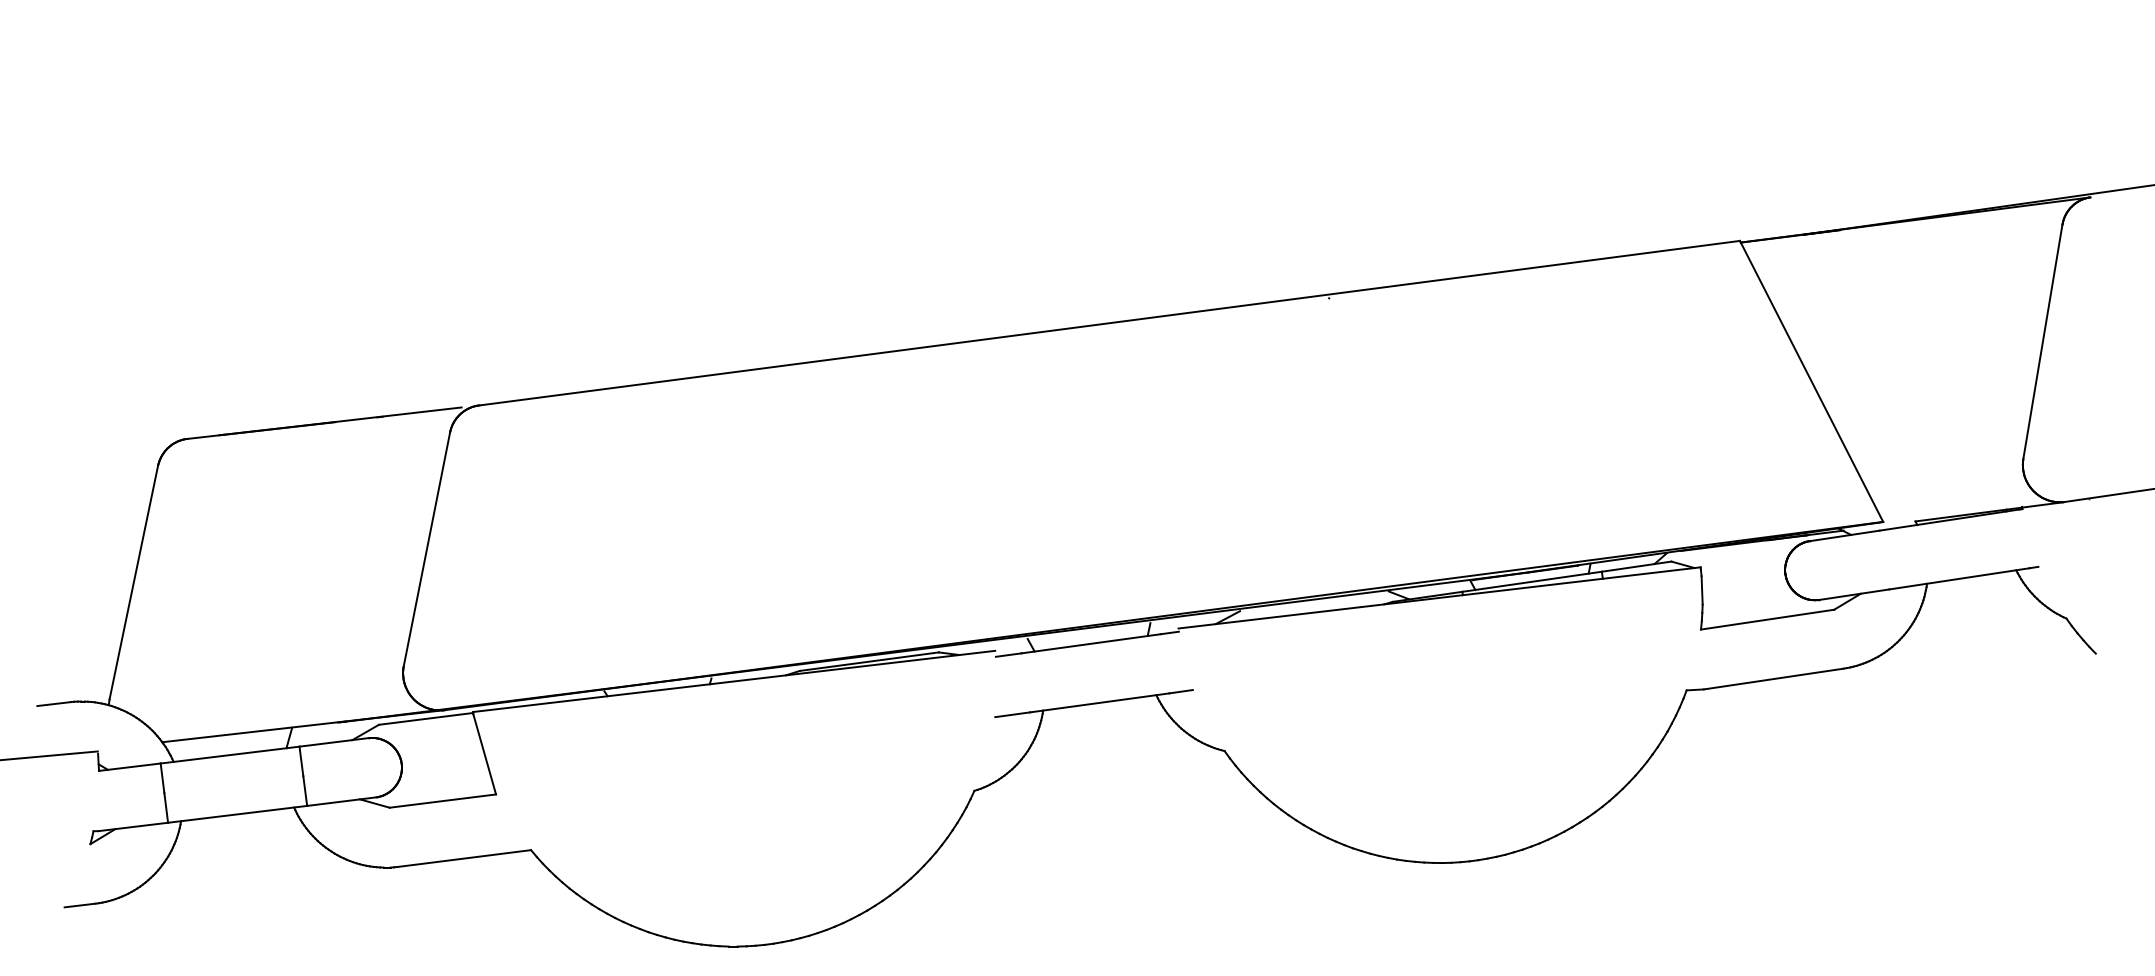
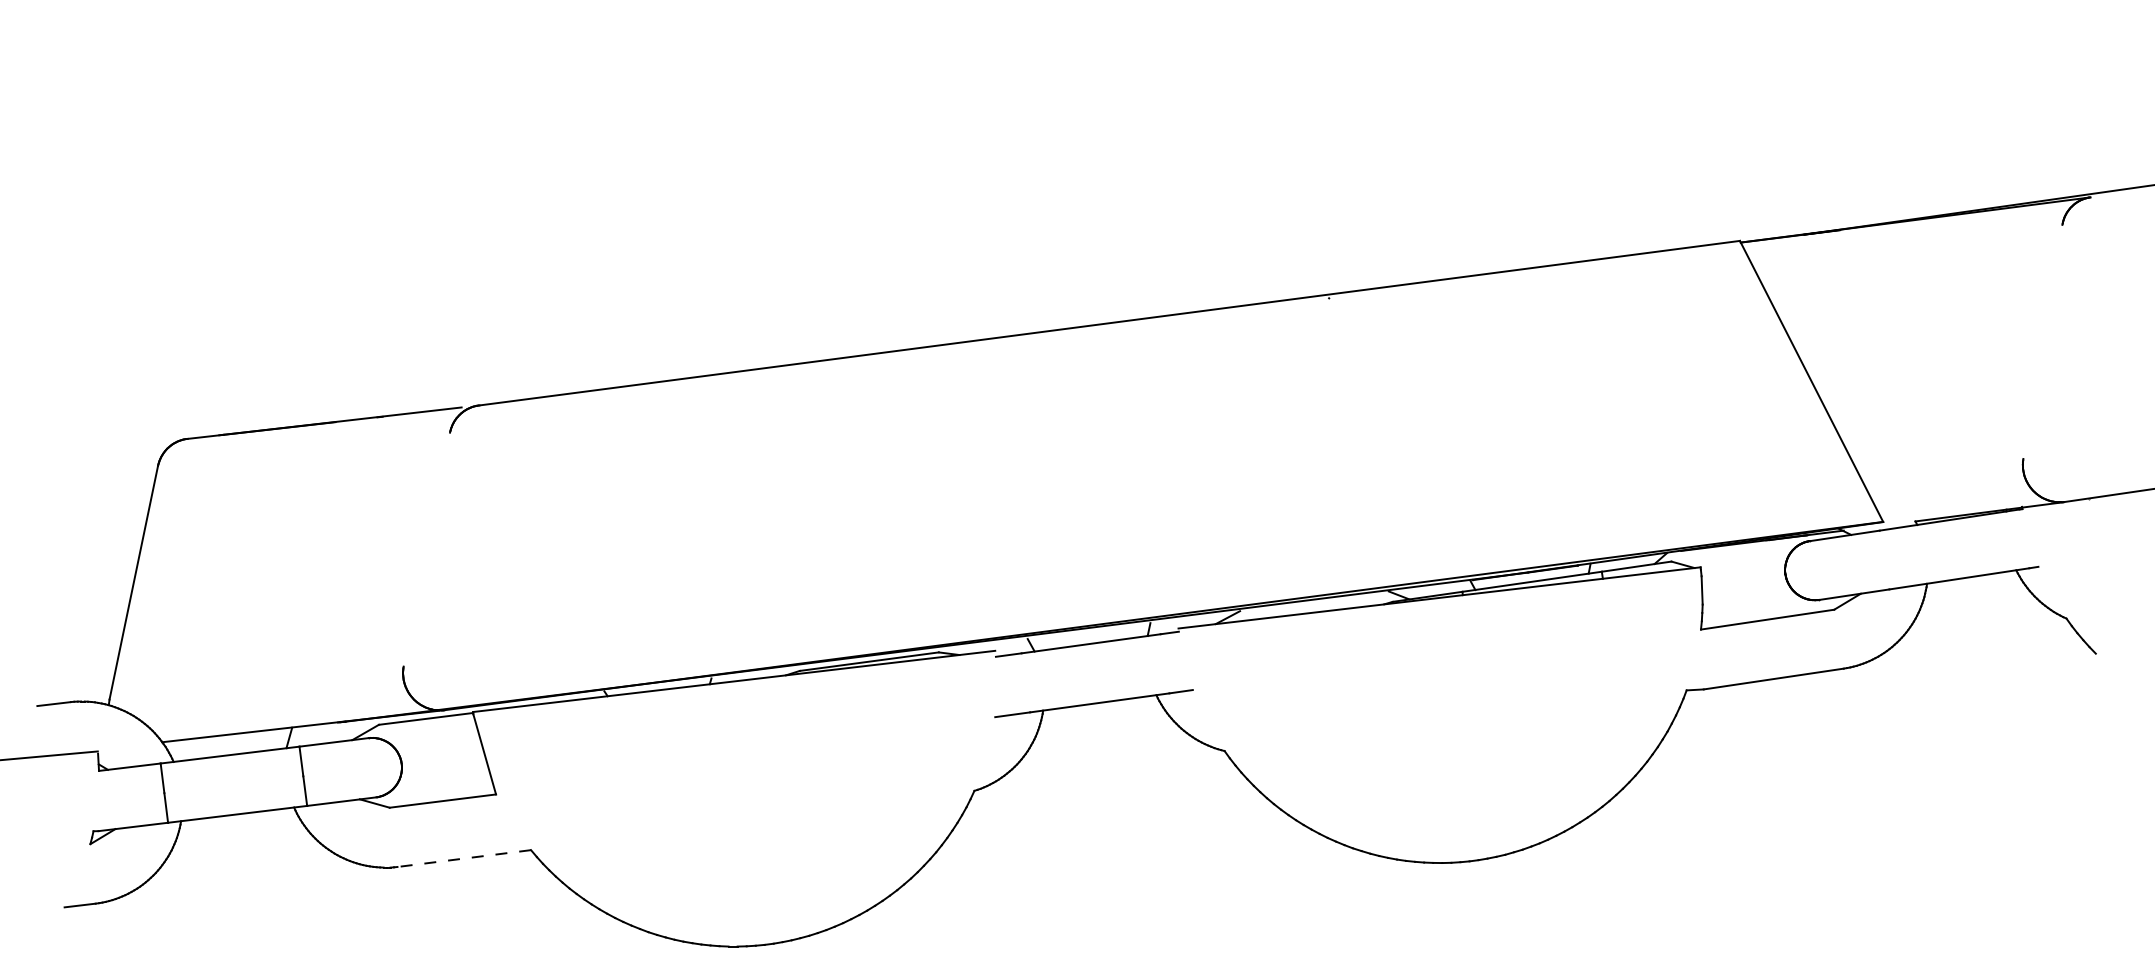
line at (2042, 341): present -> none
line at (426, 549): present -> none
line at (463, 858): solid -> dashed
